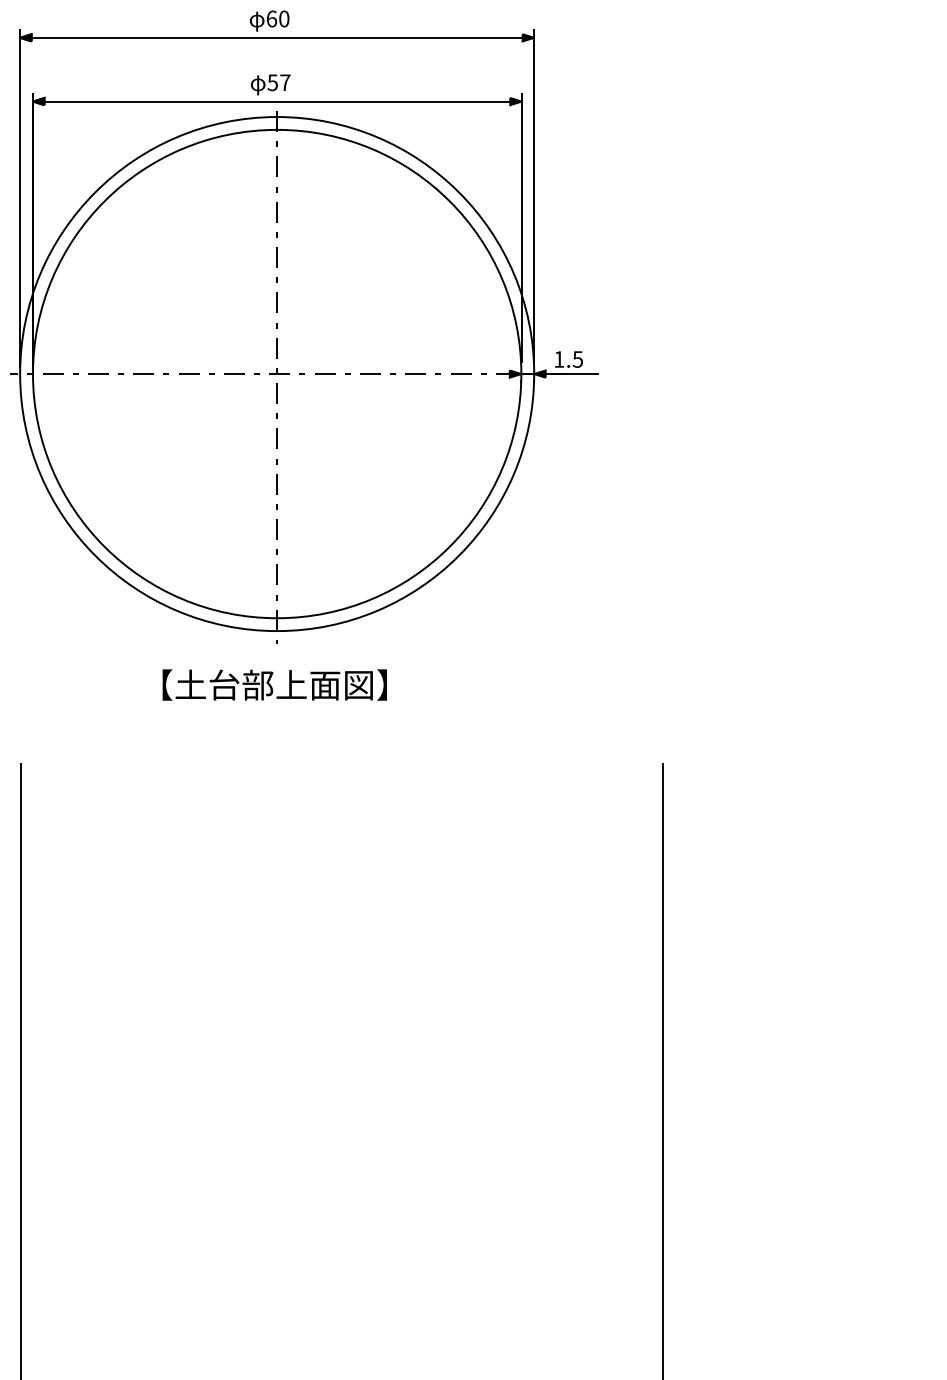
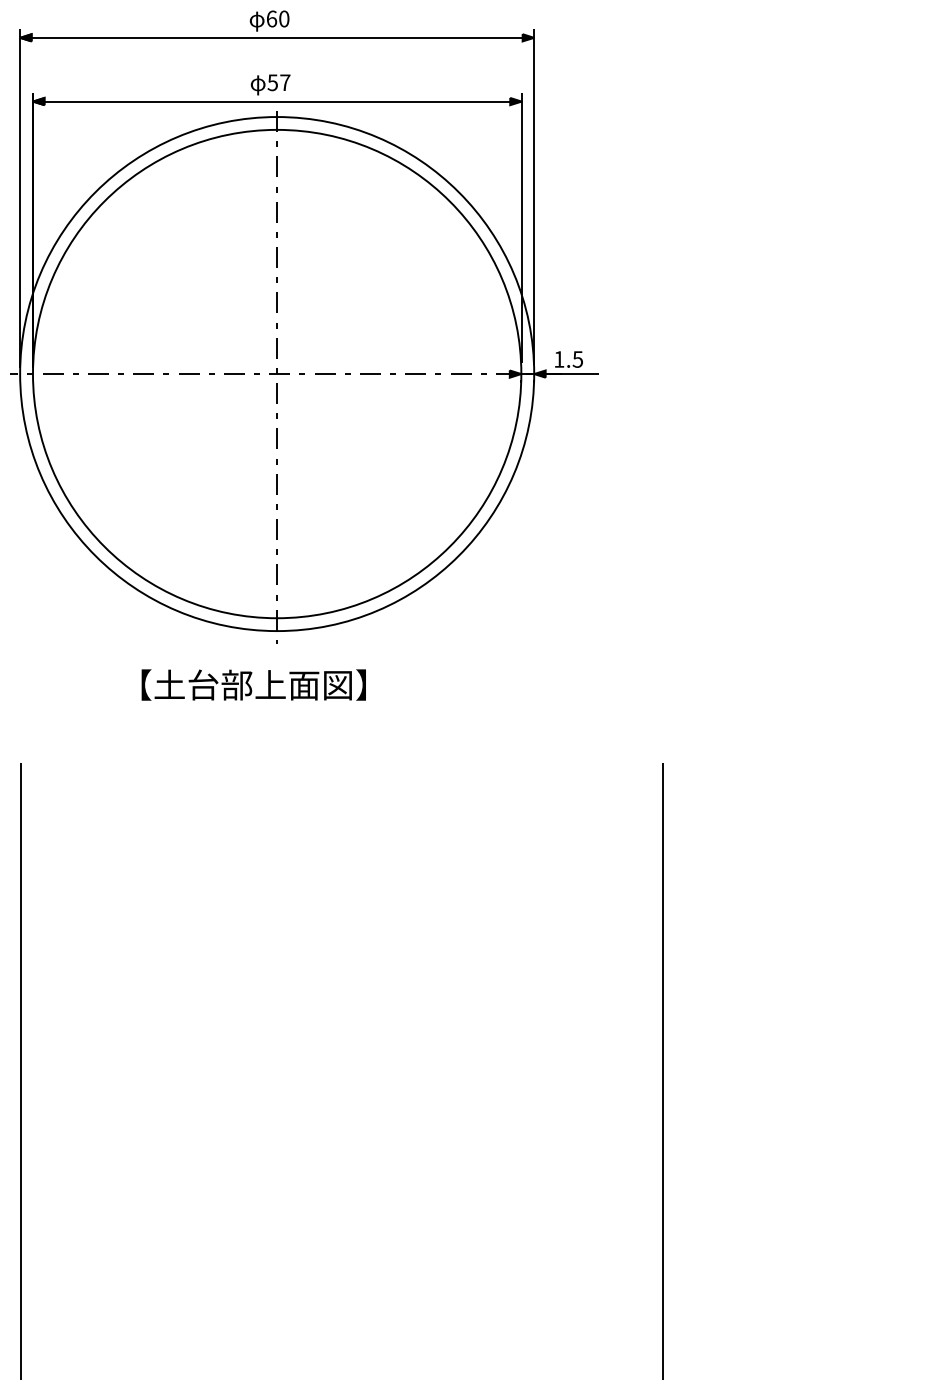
text at (274, 684) position: (274, 684) -> (253, 684)
